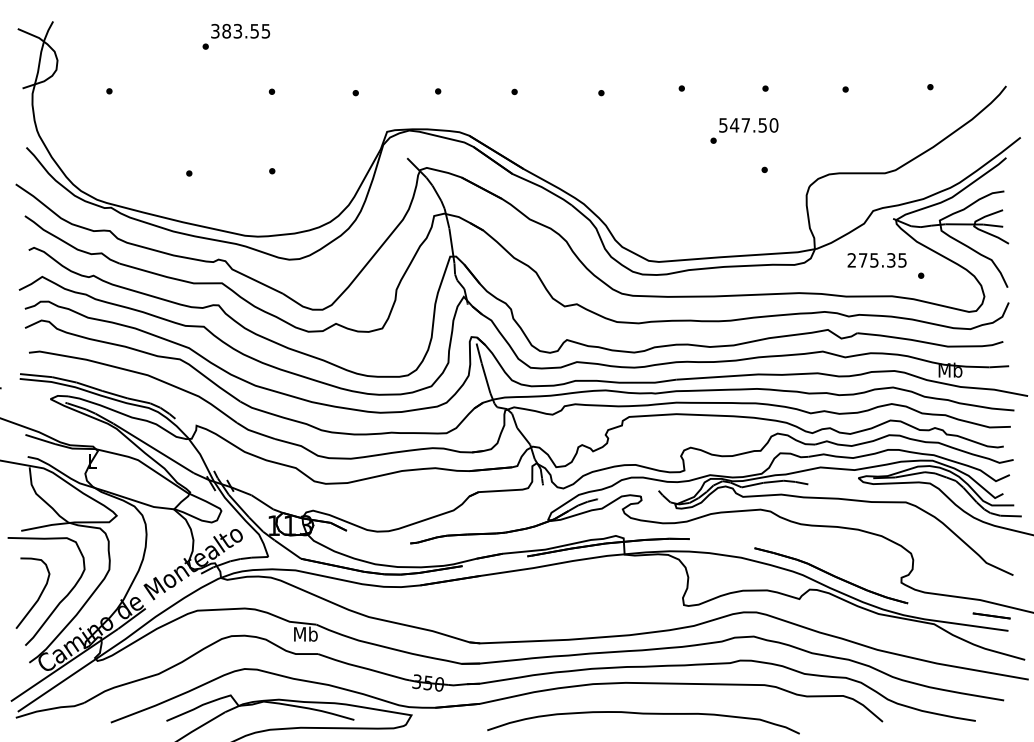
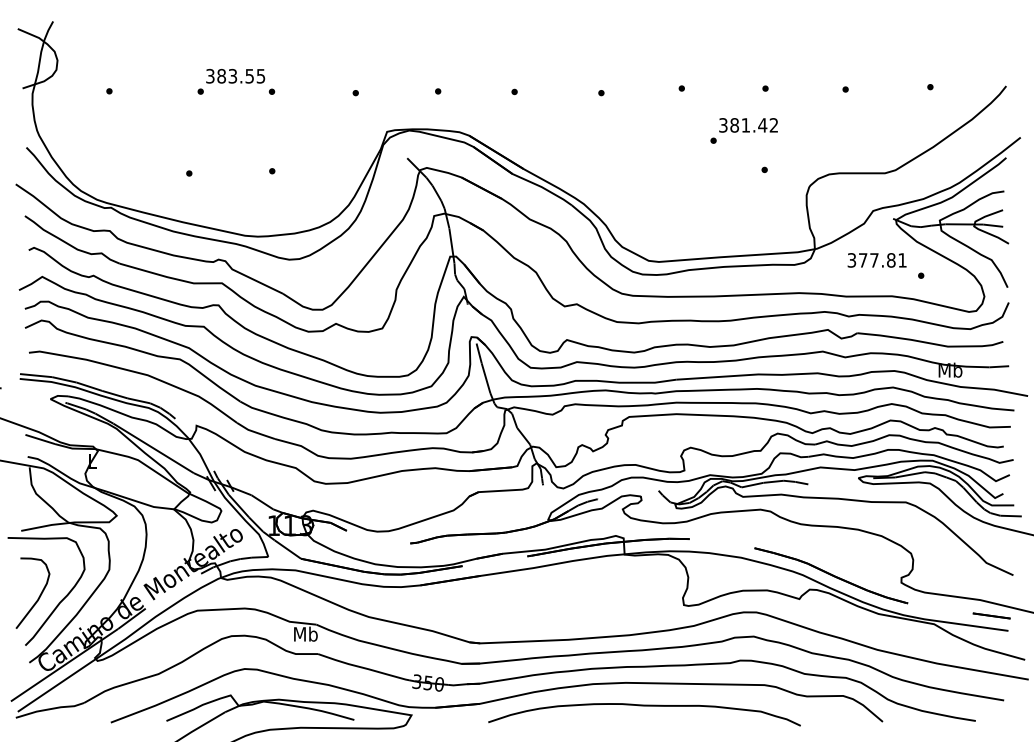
text at (236, 36) position: (236, 36) -> (231, 81)
text at (748, 125): 547.50 -> 381.42
text at (876, 260): 275.35 -> 377.81
curve at (643, 714) position: (643, 714) -> (644, 706)
